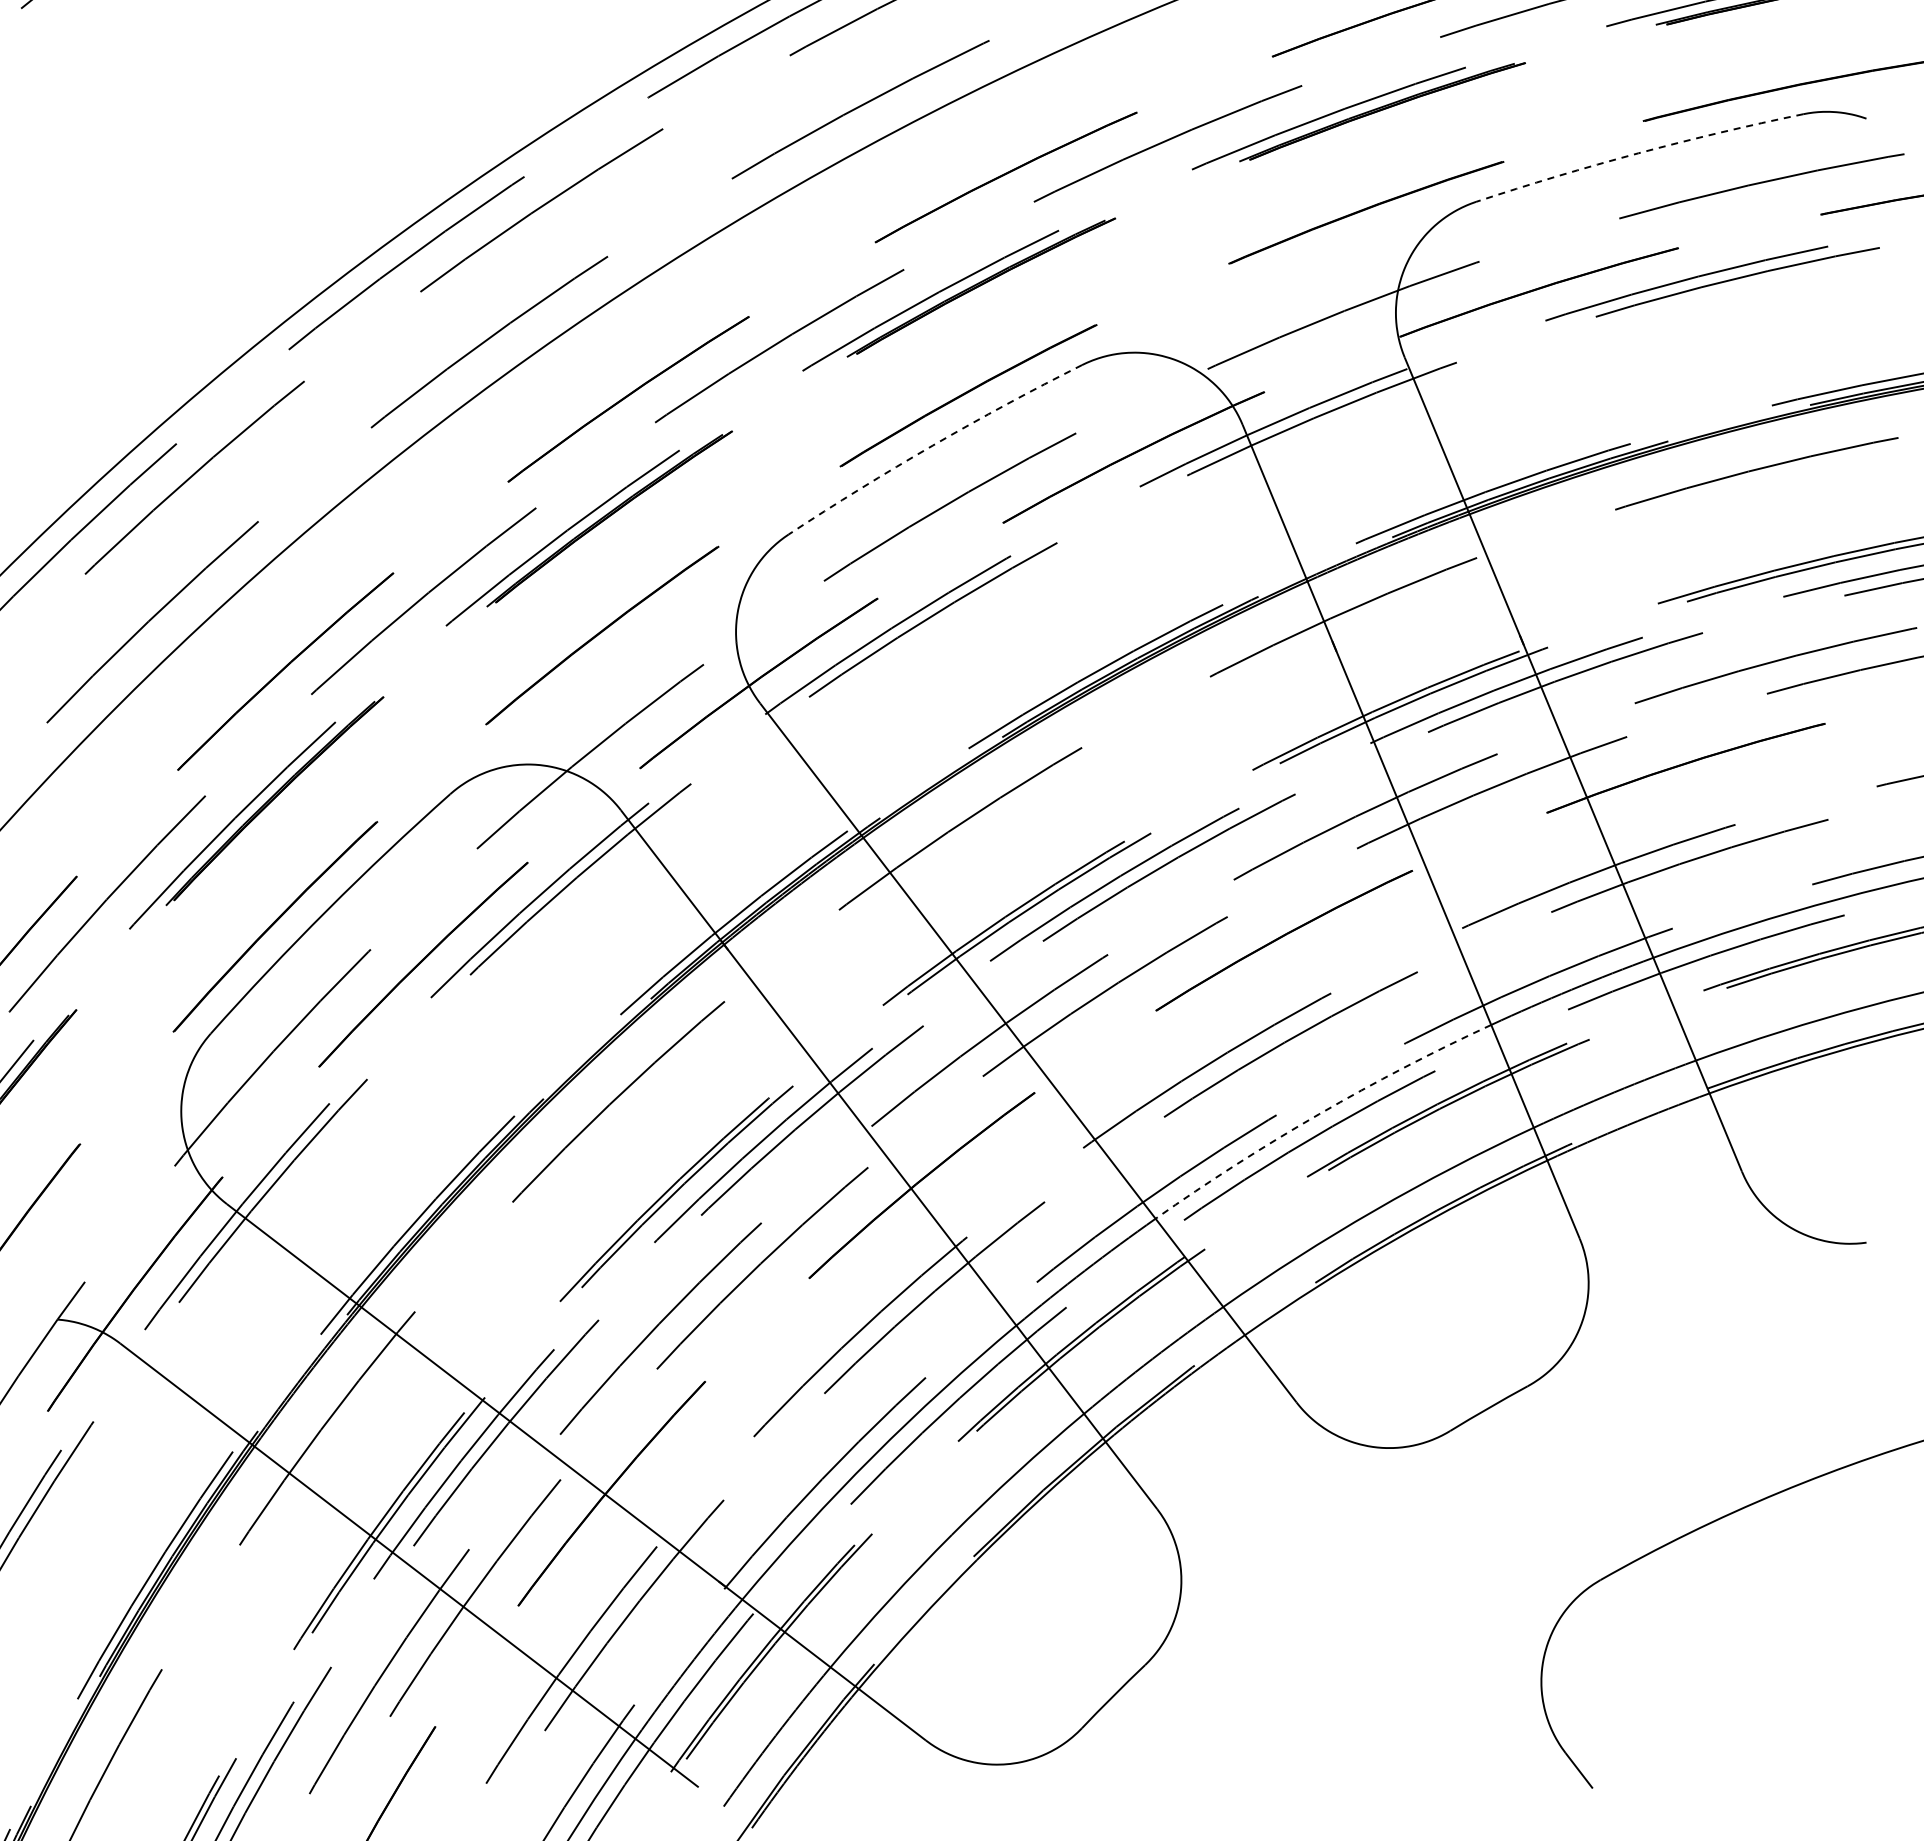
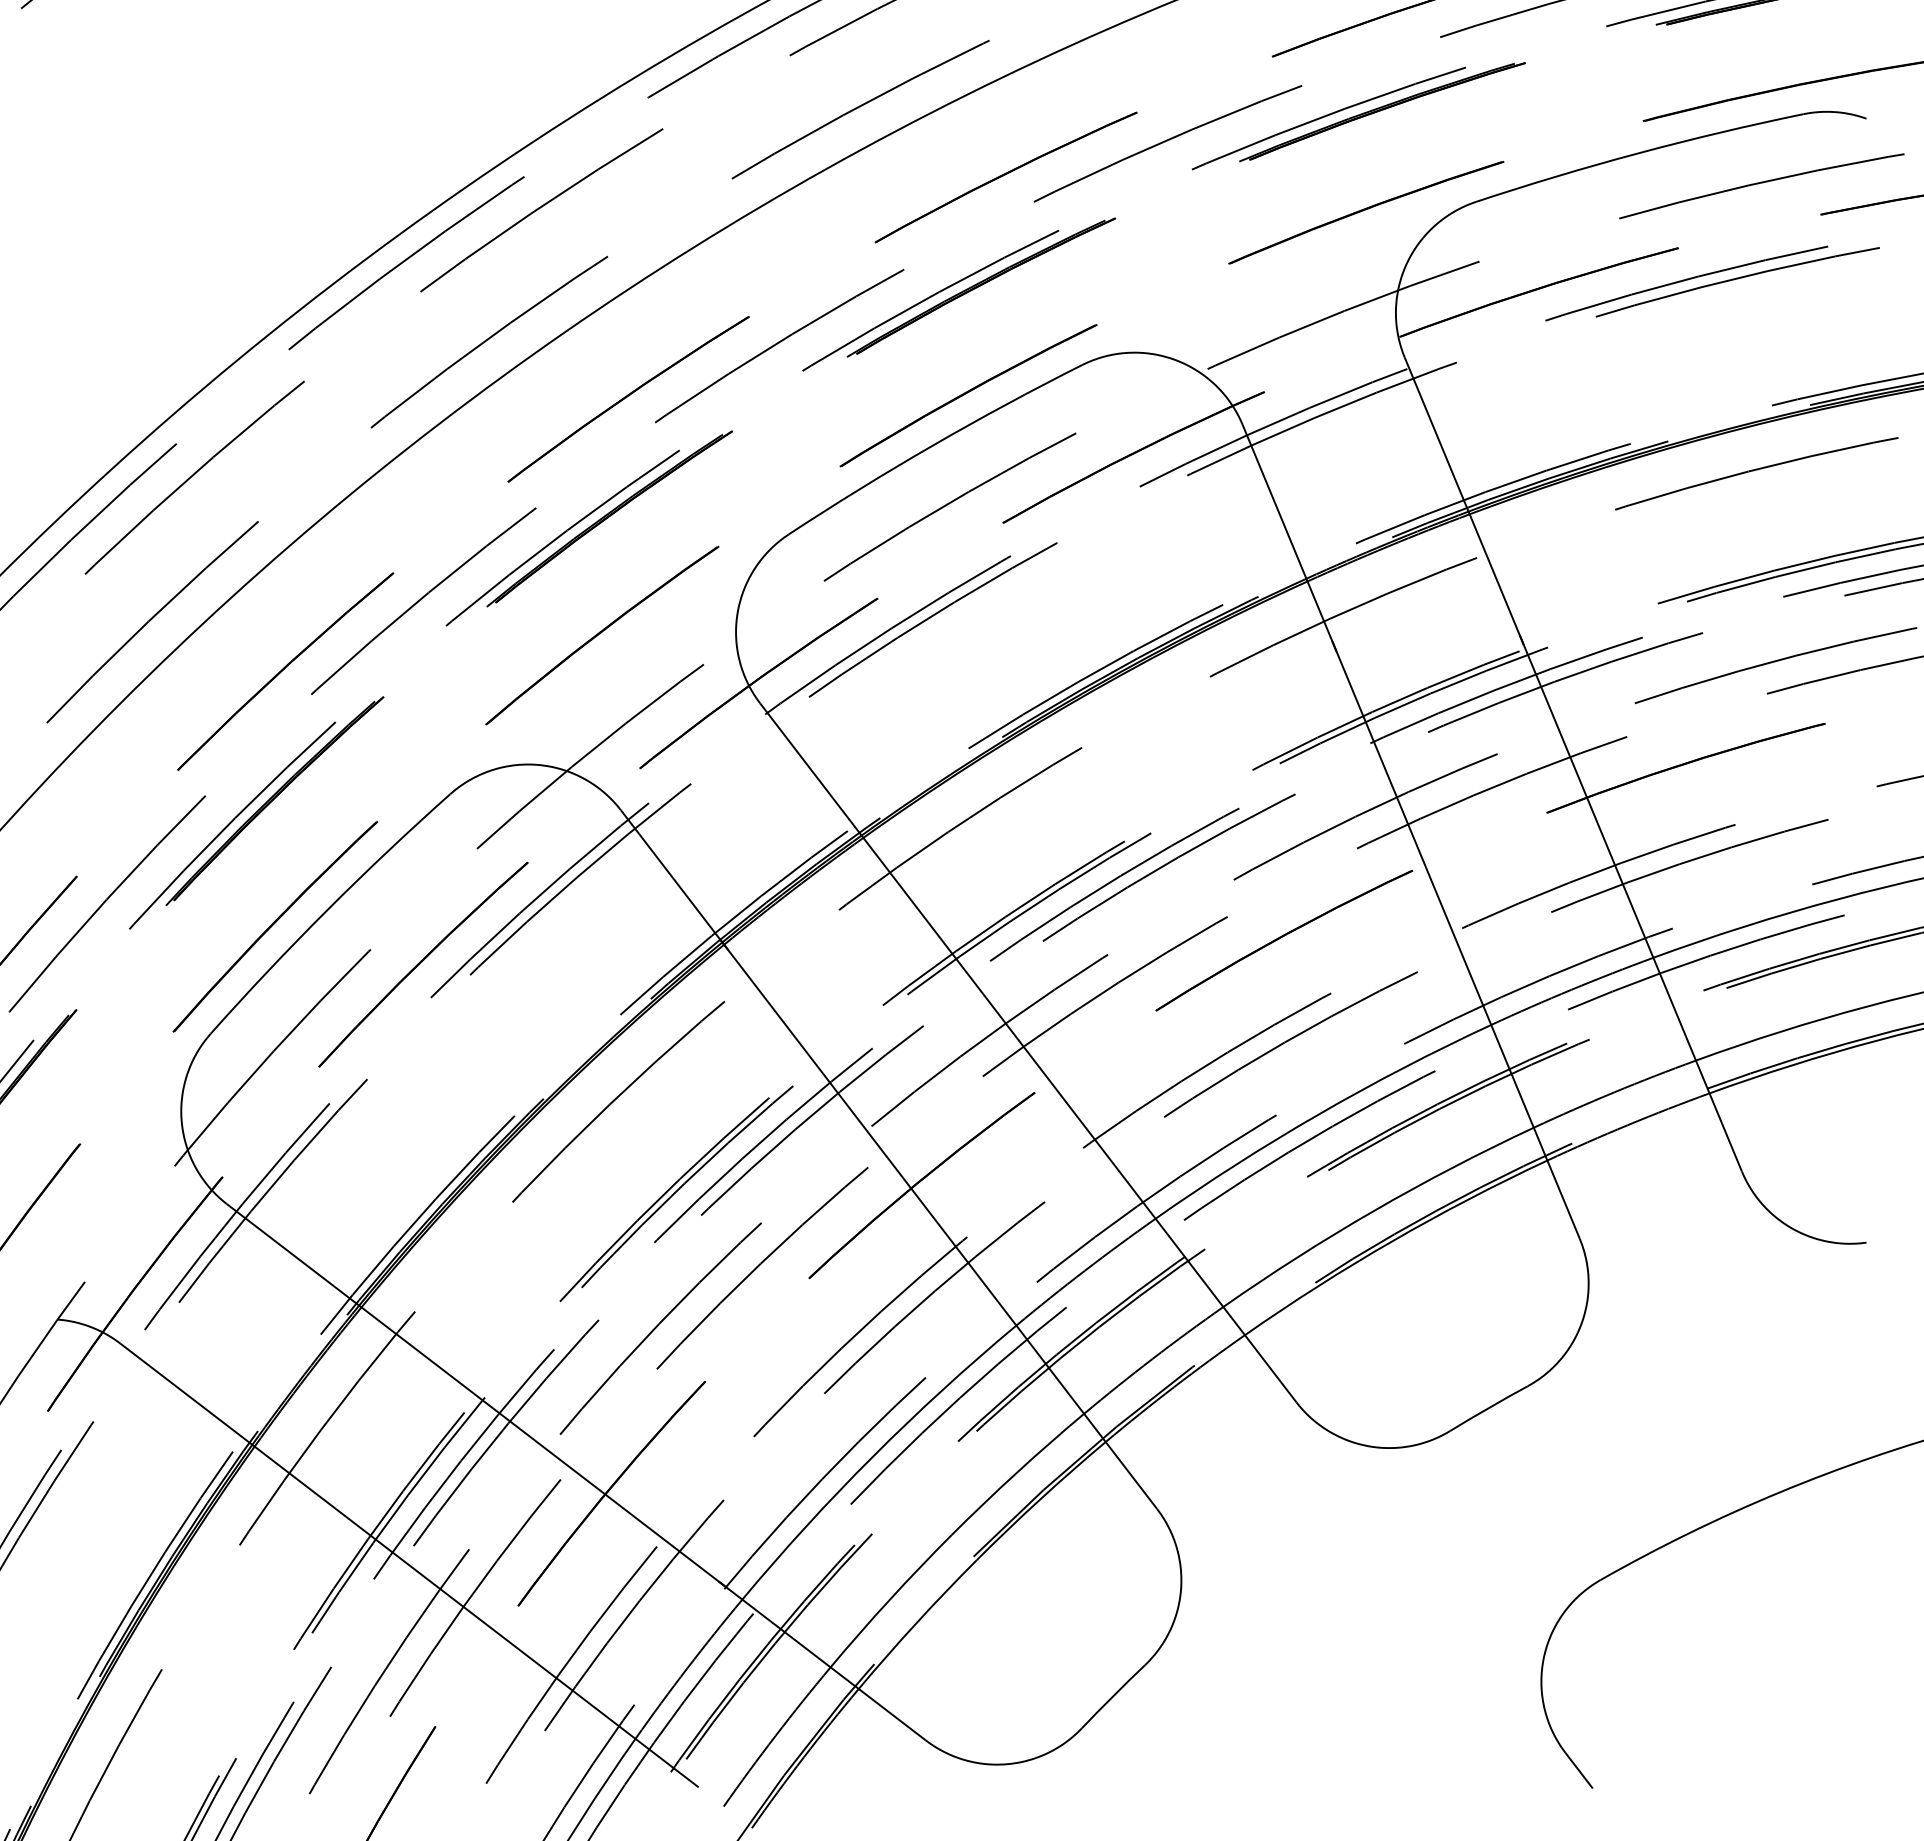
arc at (1638, 153): dashed -> solid
arc at (932, 445): dashed -> solid
arc at (1319, 1114): dashed -> solid
